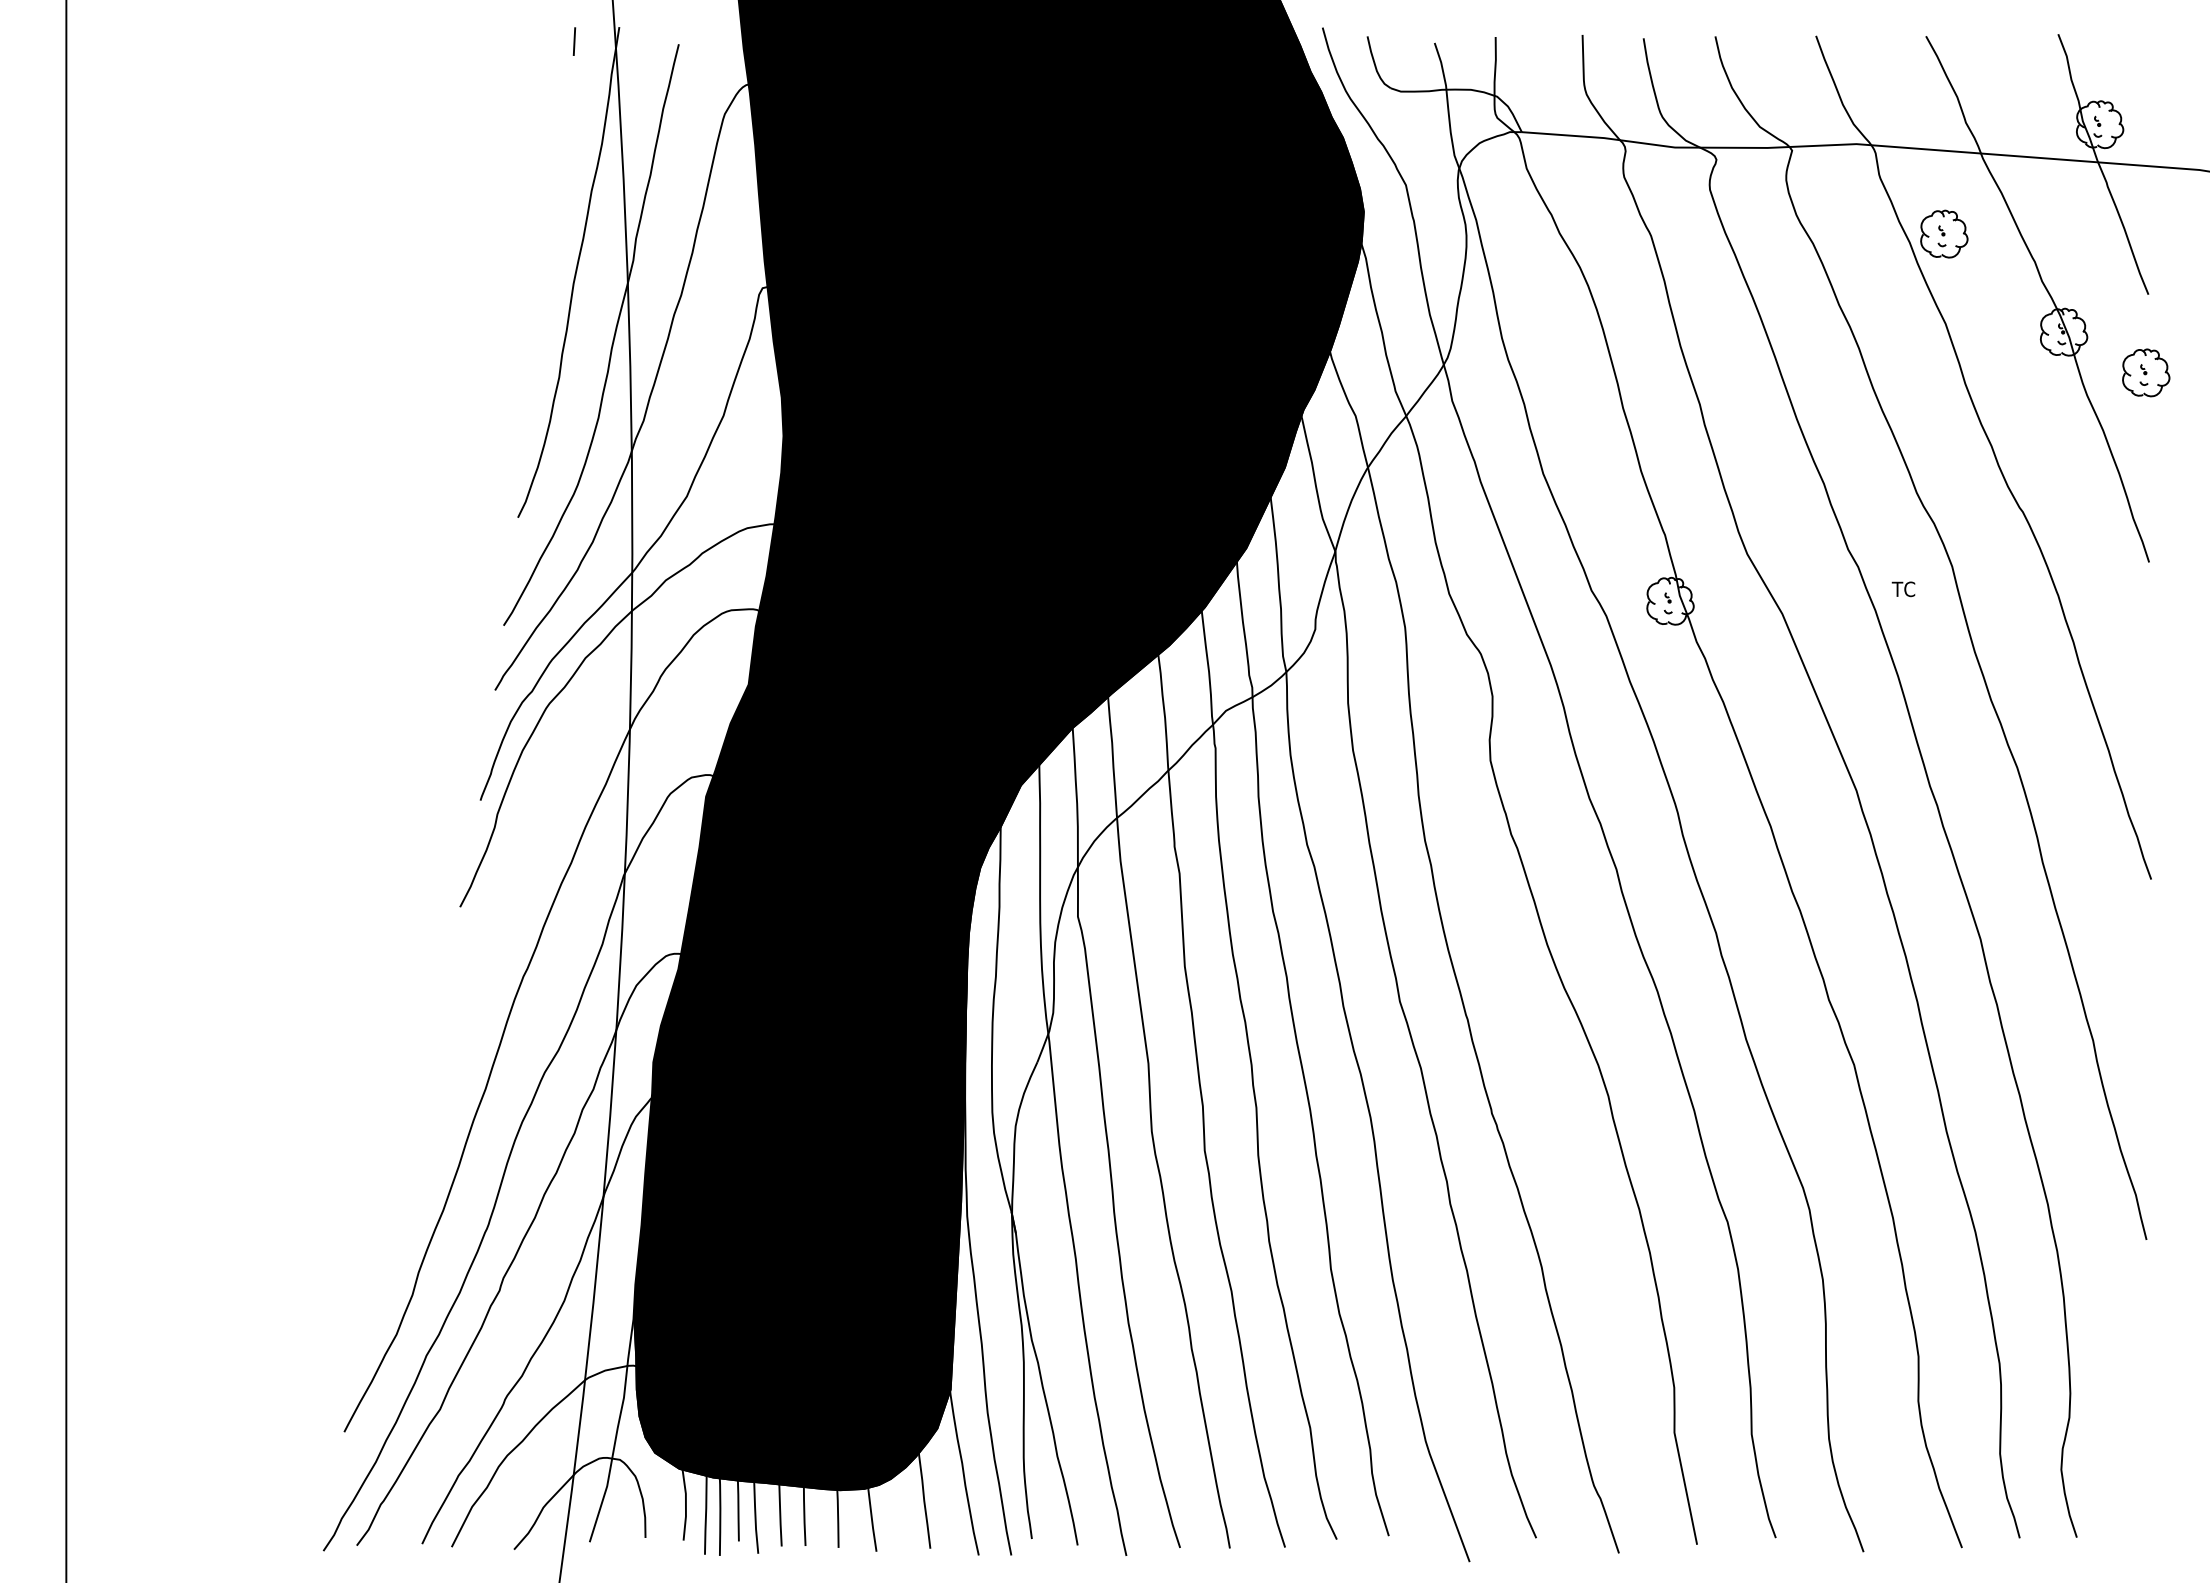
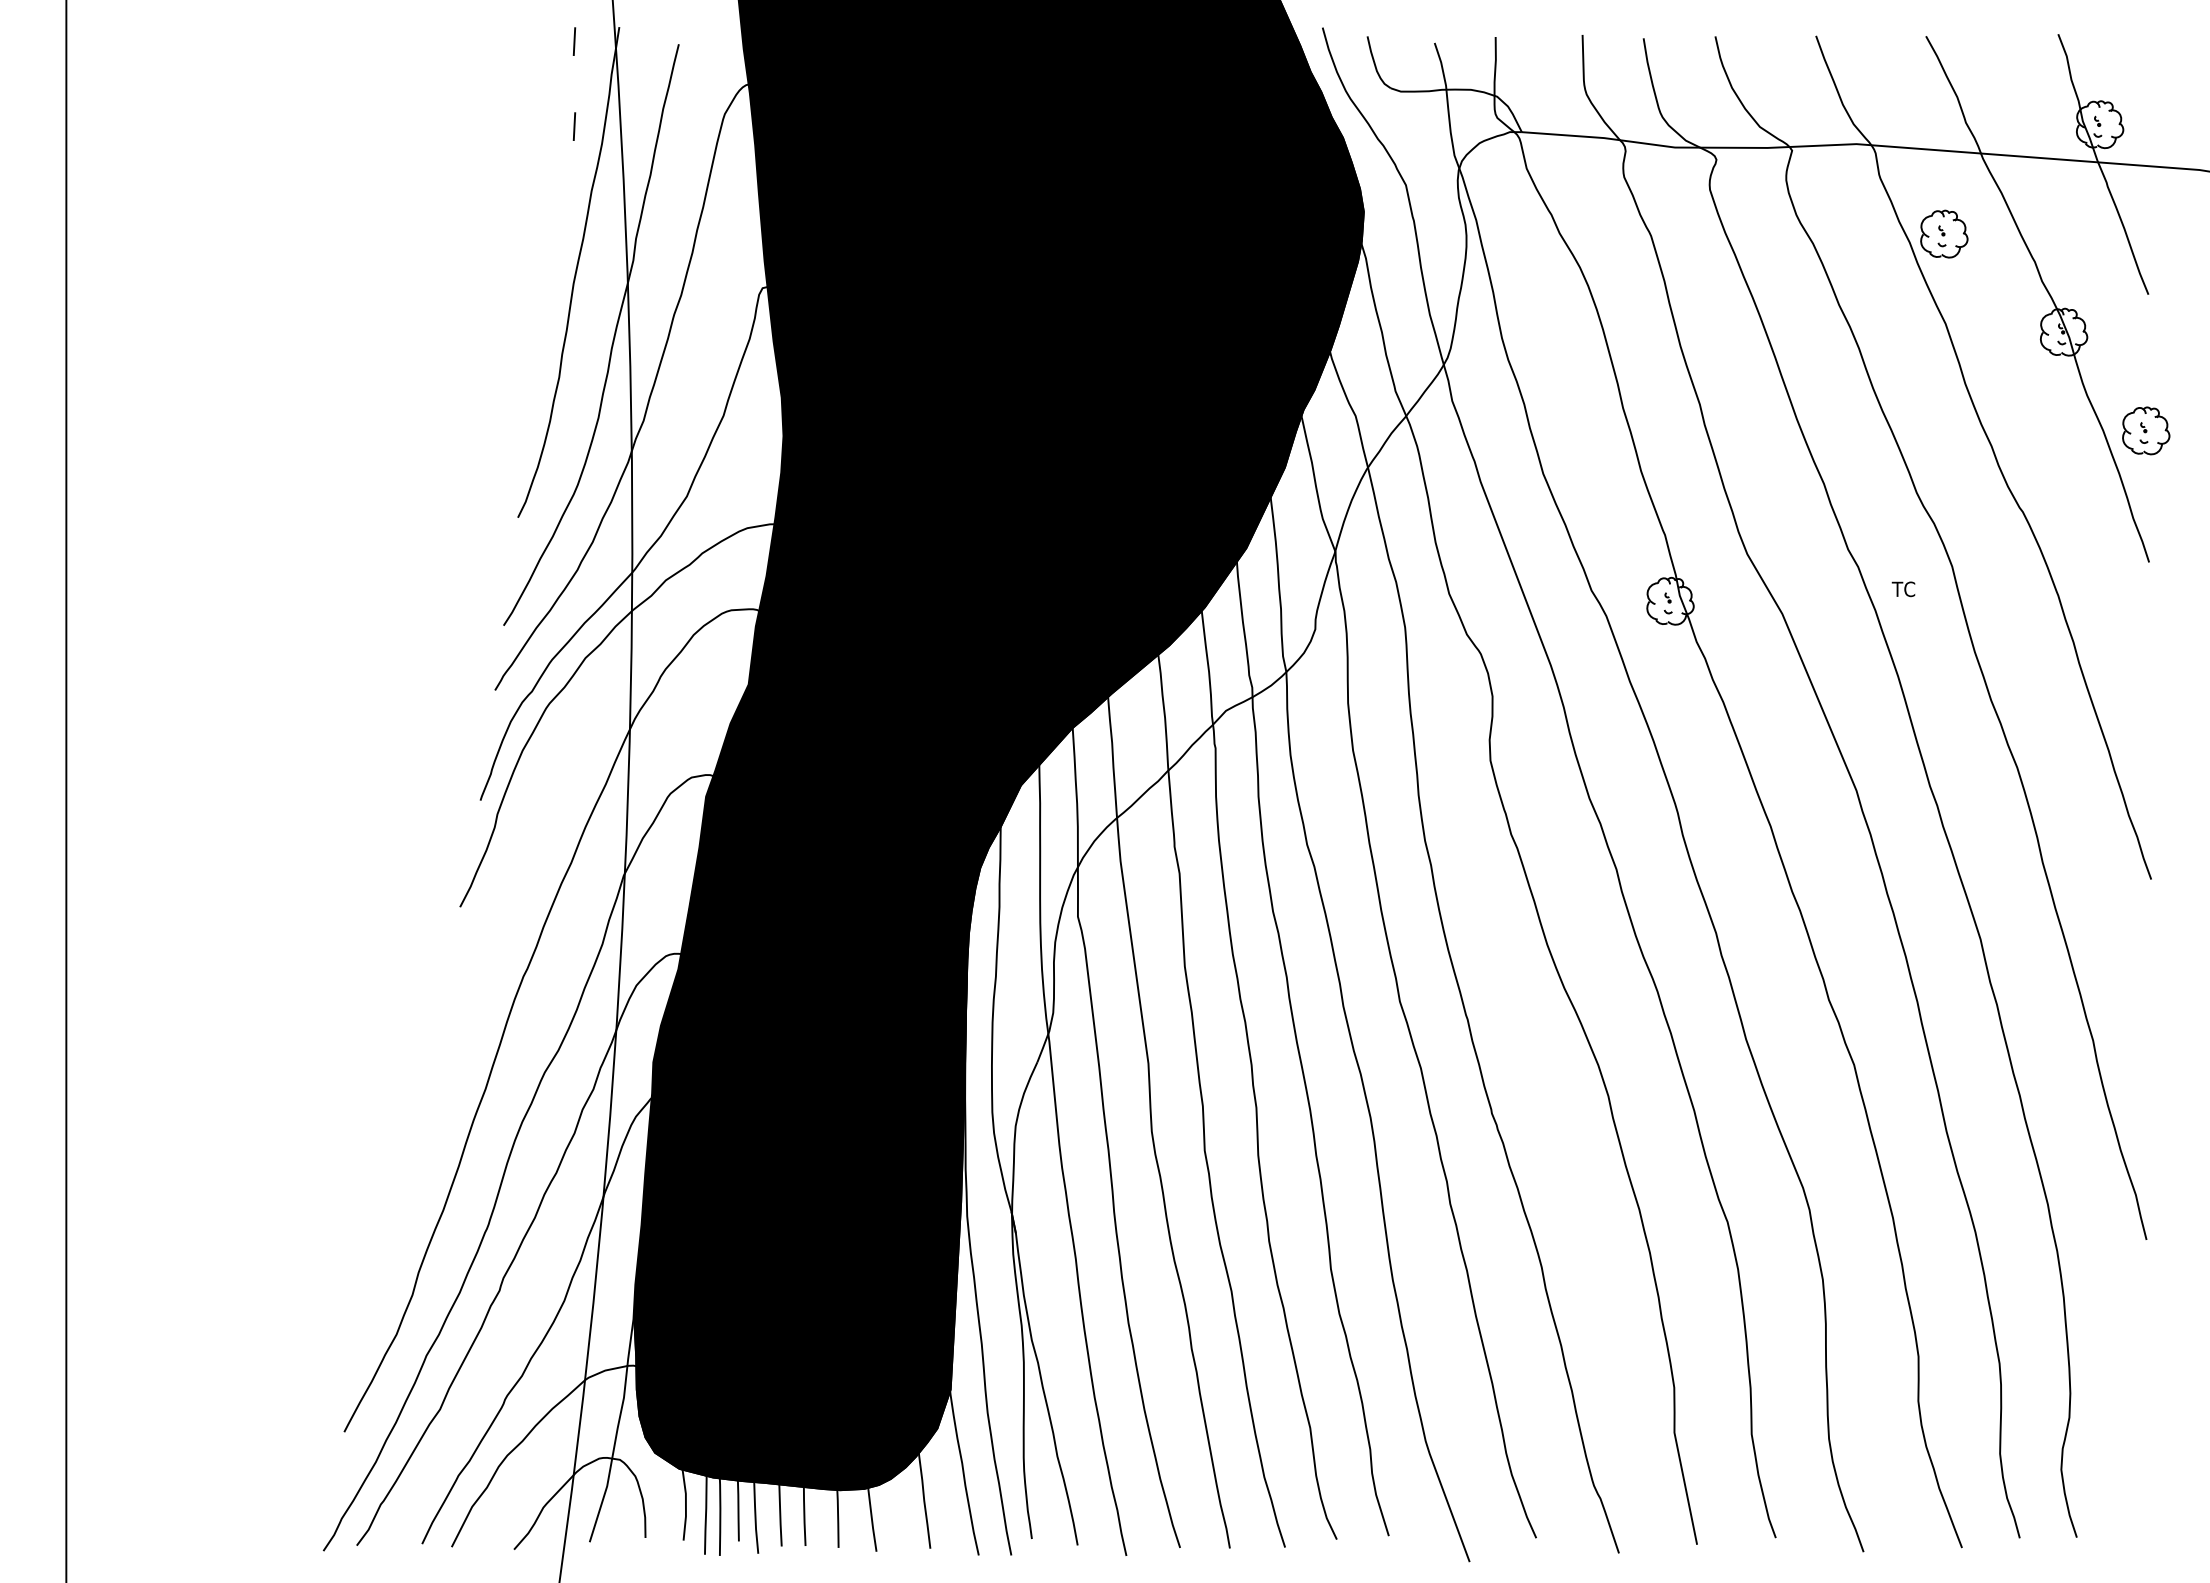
line at (574, 126): none -> present
part at (2146, 372) position: (2146, 372) -> (2146, 430)
